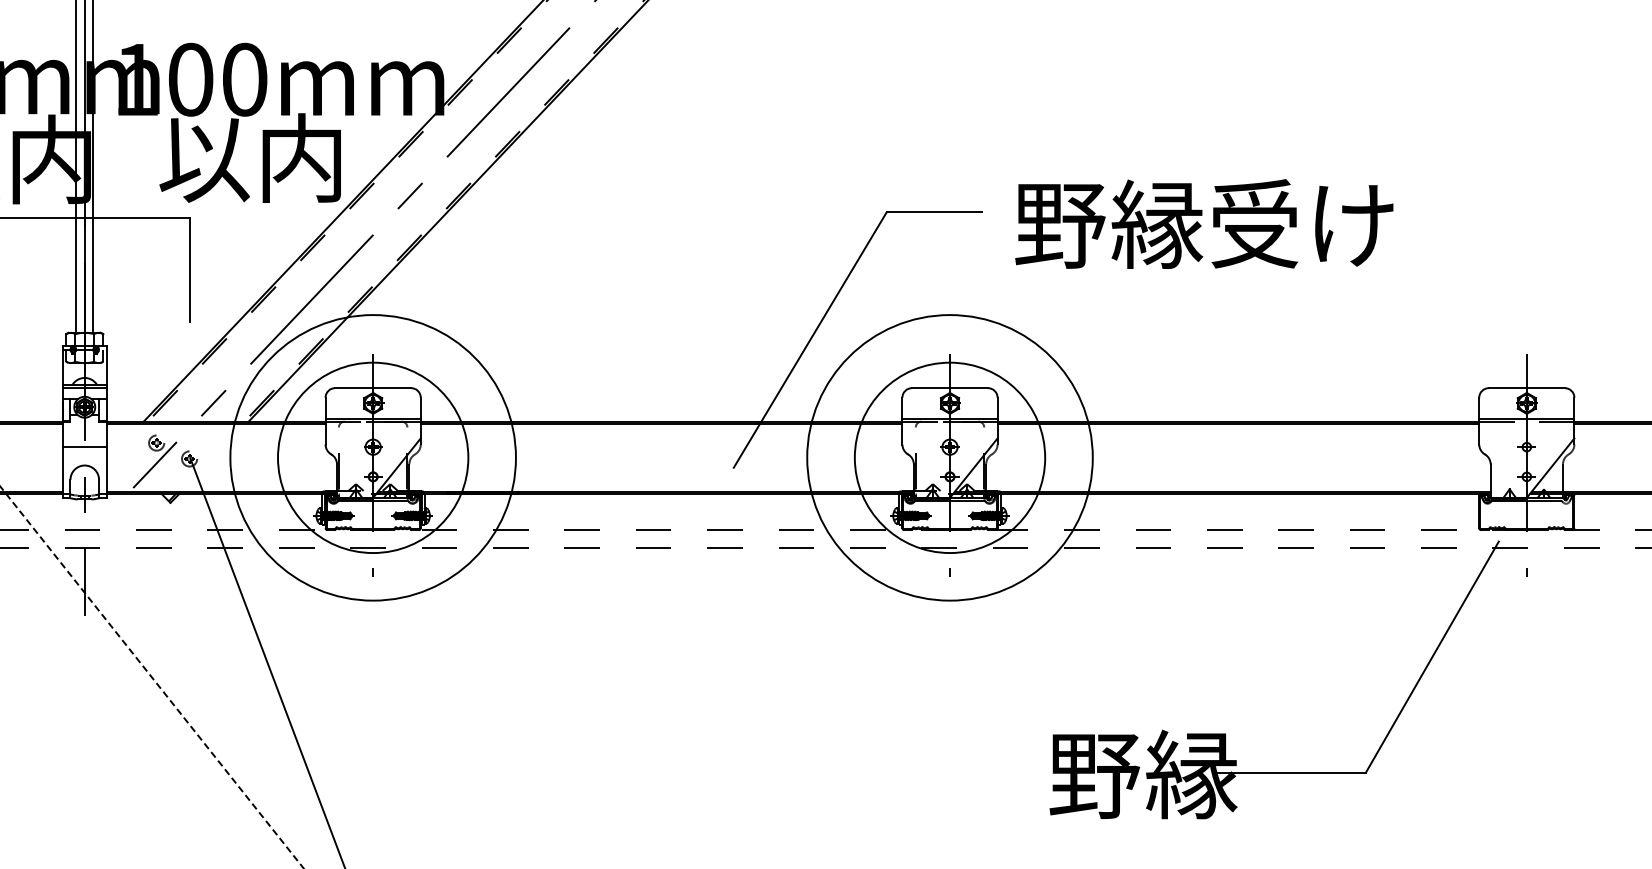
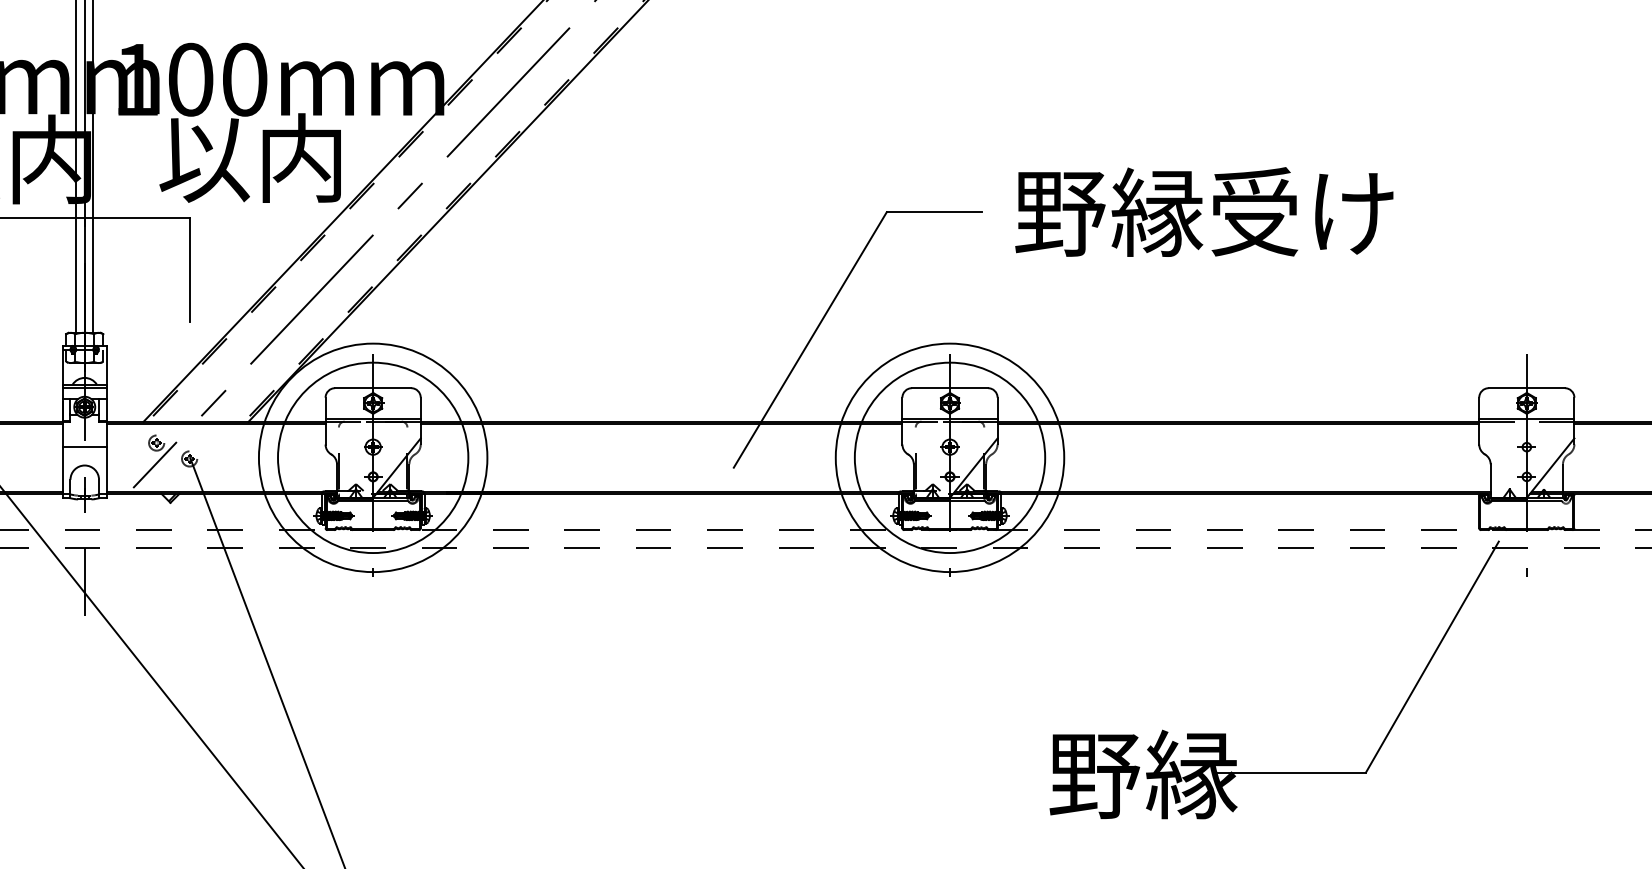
text at (1204, 223) position: (1204, 223) -> (1204, 211)
circle at (372, 457) diameter: 286 px -> 228 px
circle at (949, 457) diameter: 286 px -> 228 px
line at (152, 677): dashed -> solid
